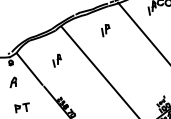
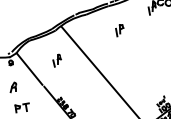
part at (105, 30) position: (105, 30) -> (119, 30)
line at (142, 31): present -> none
part at (13, 82) position: (13, 82) -> (13, 87)
